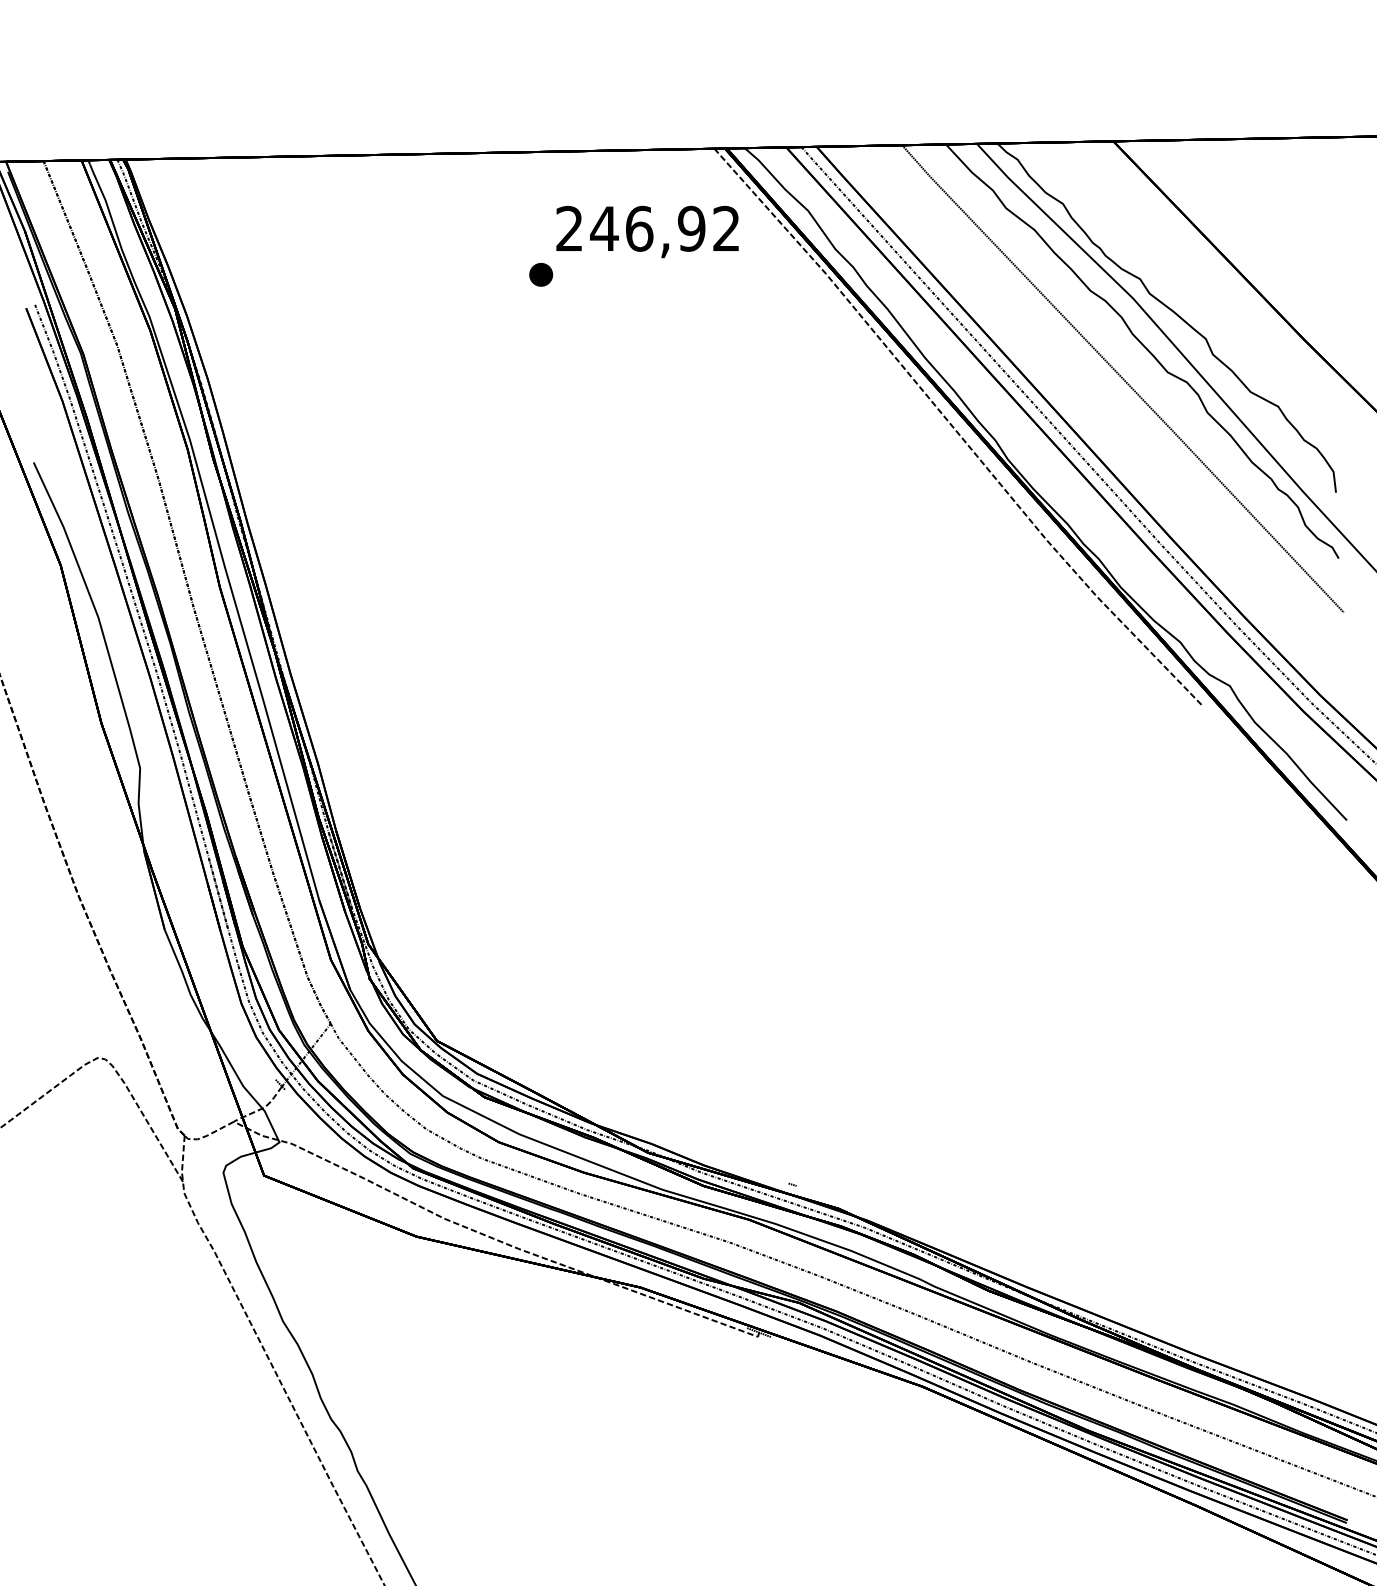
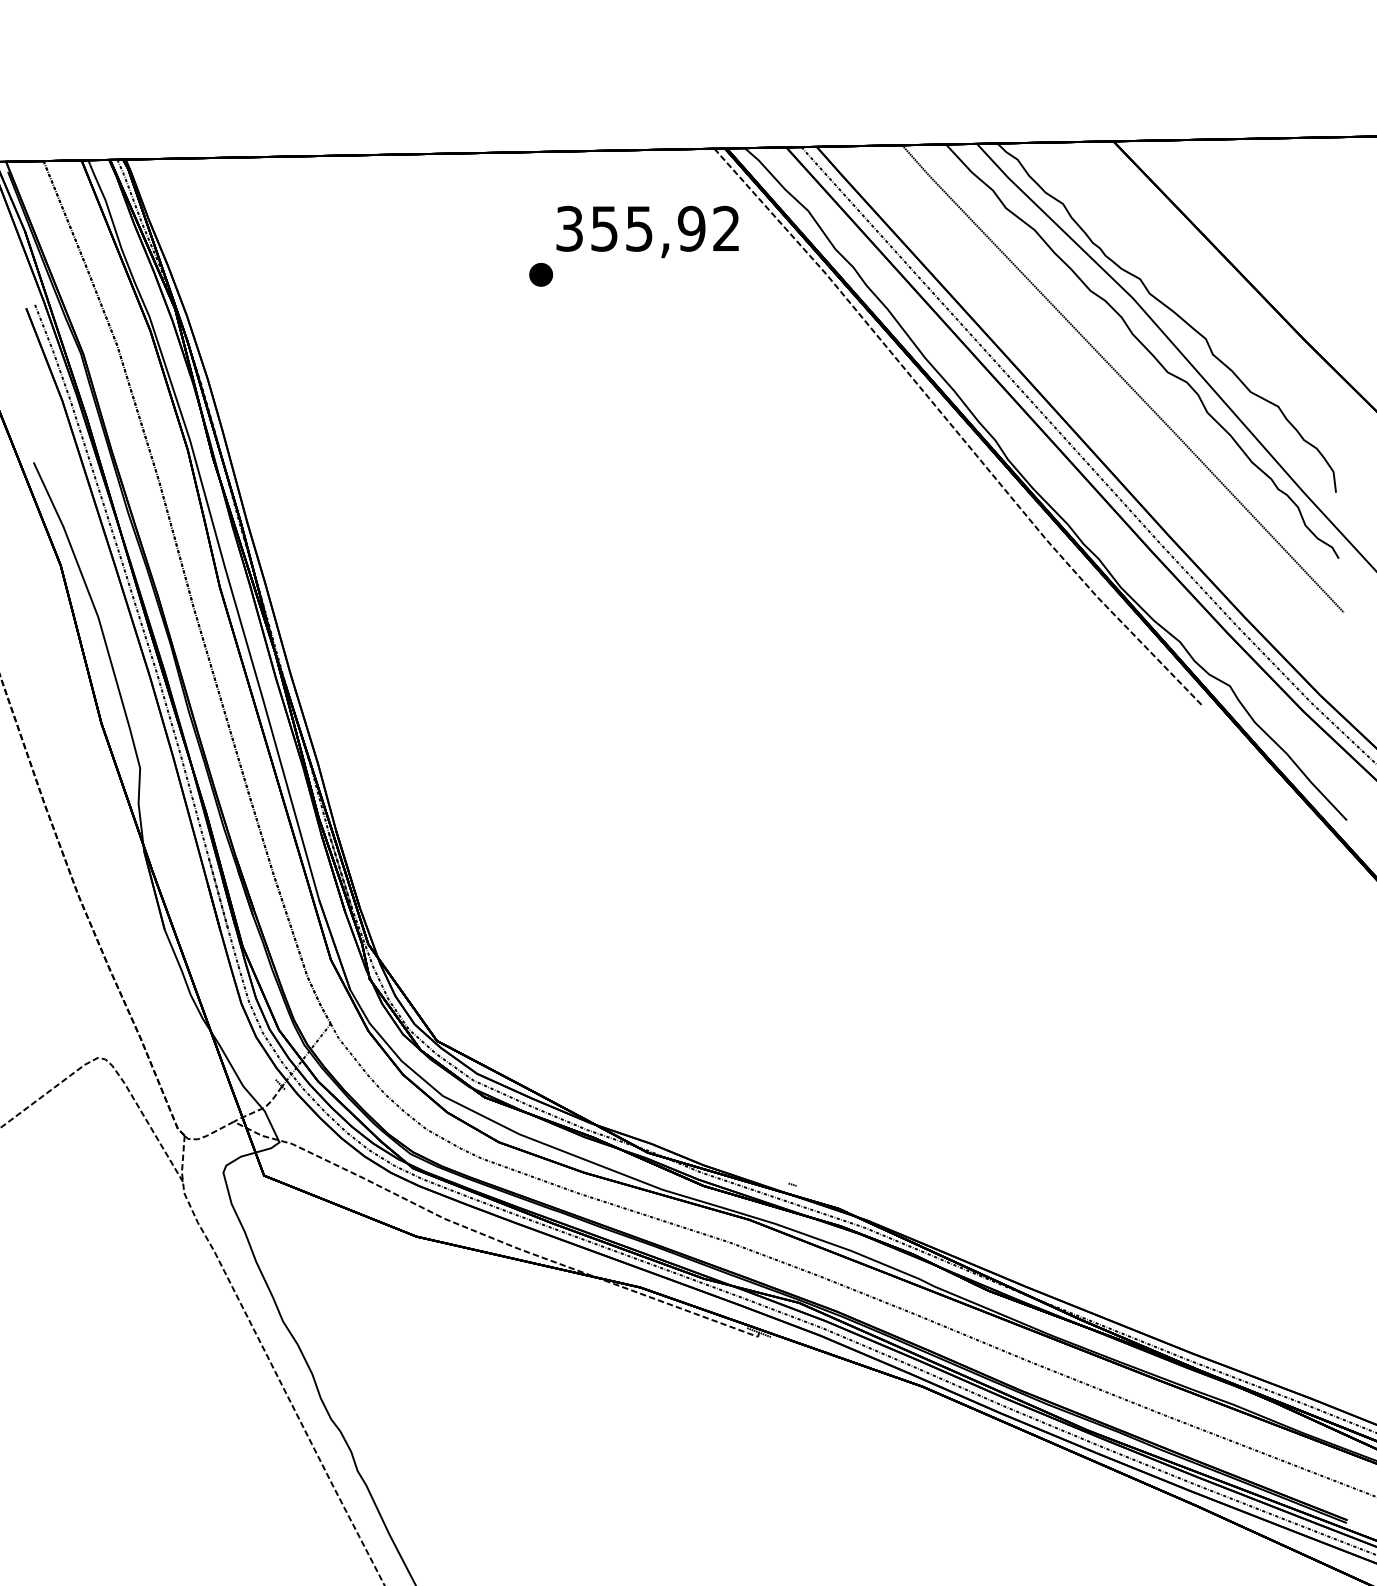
text at (604, 228): 246,92 -> 355,92
